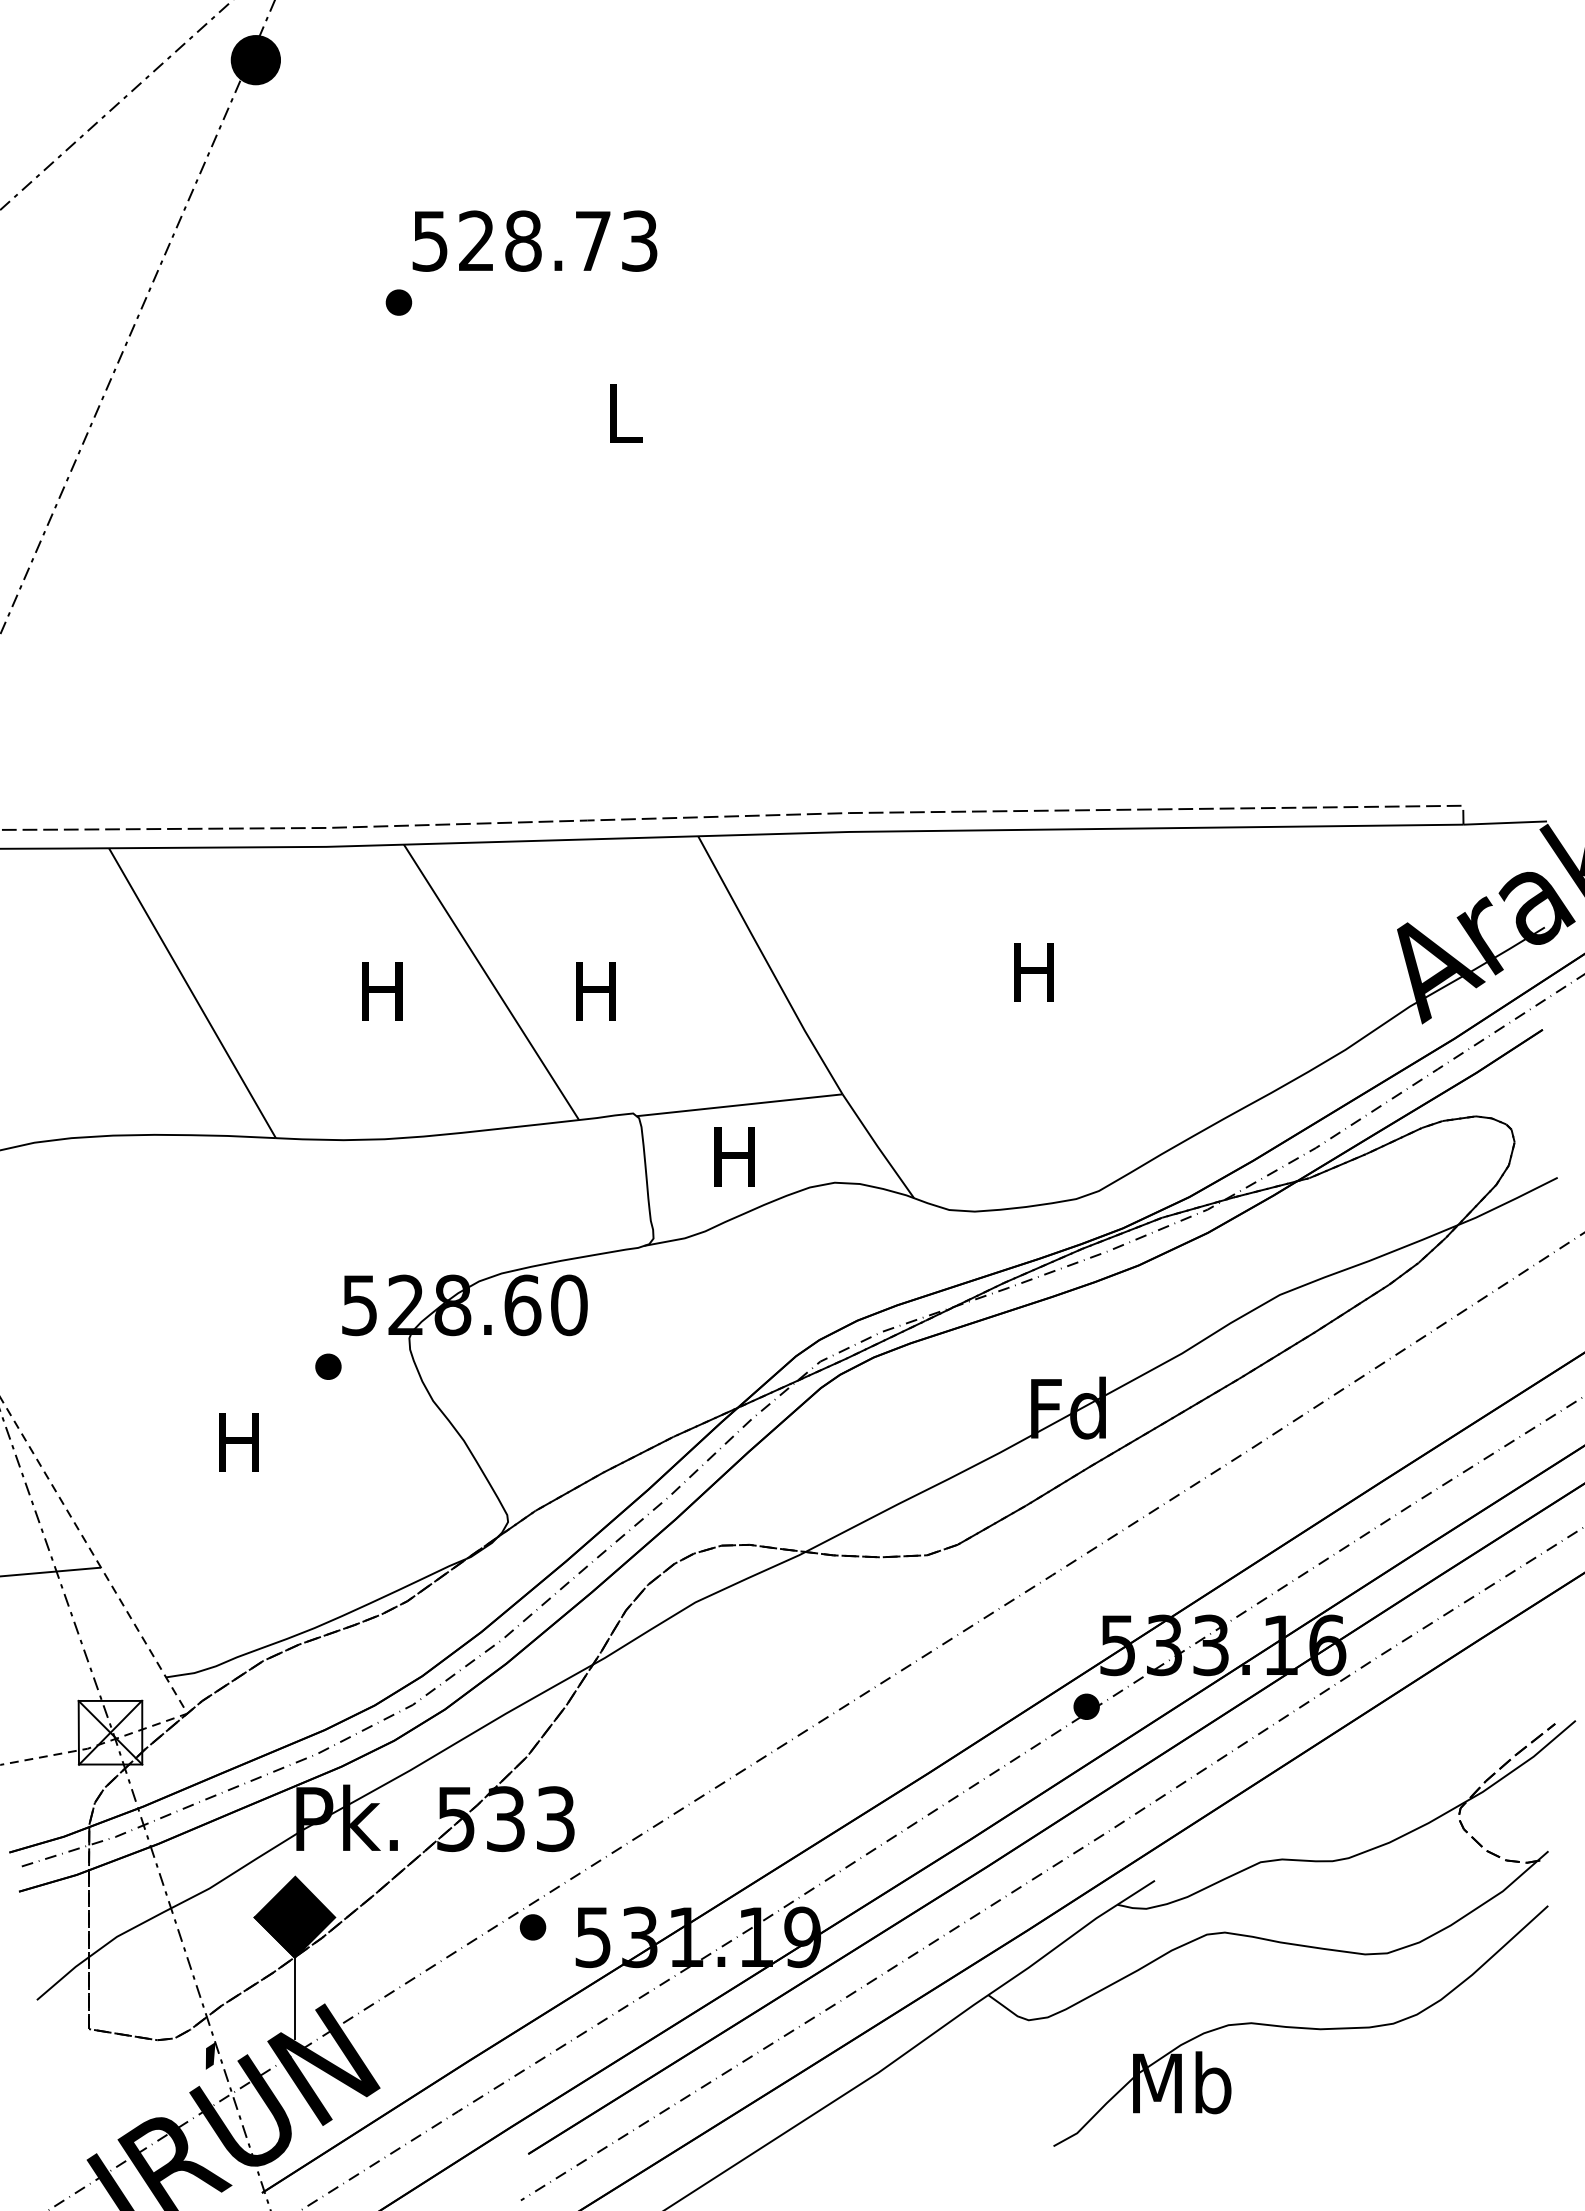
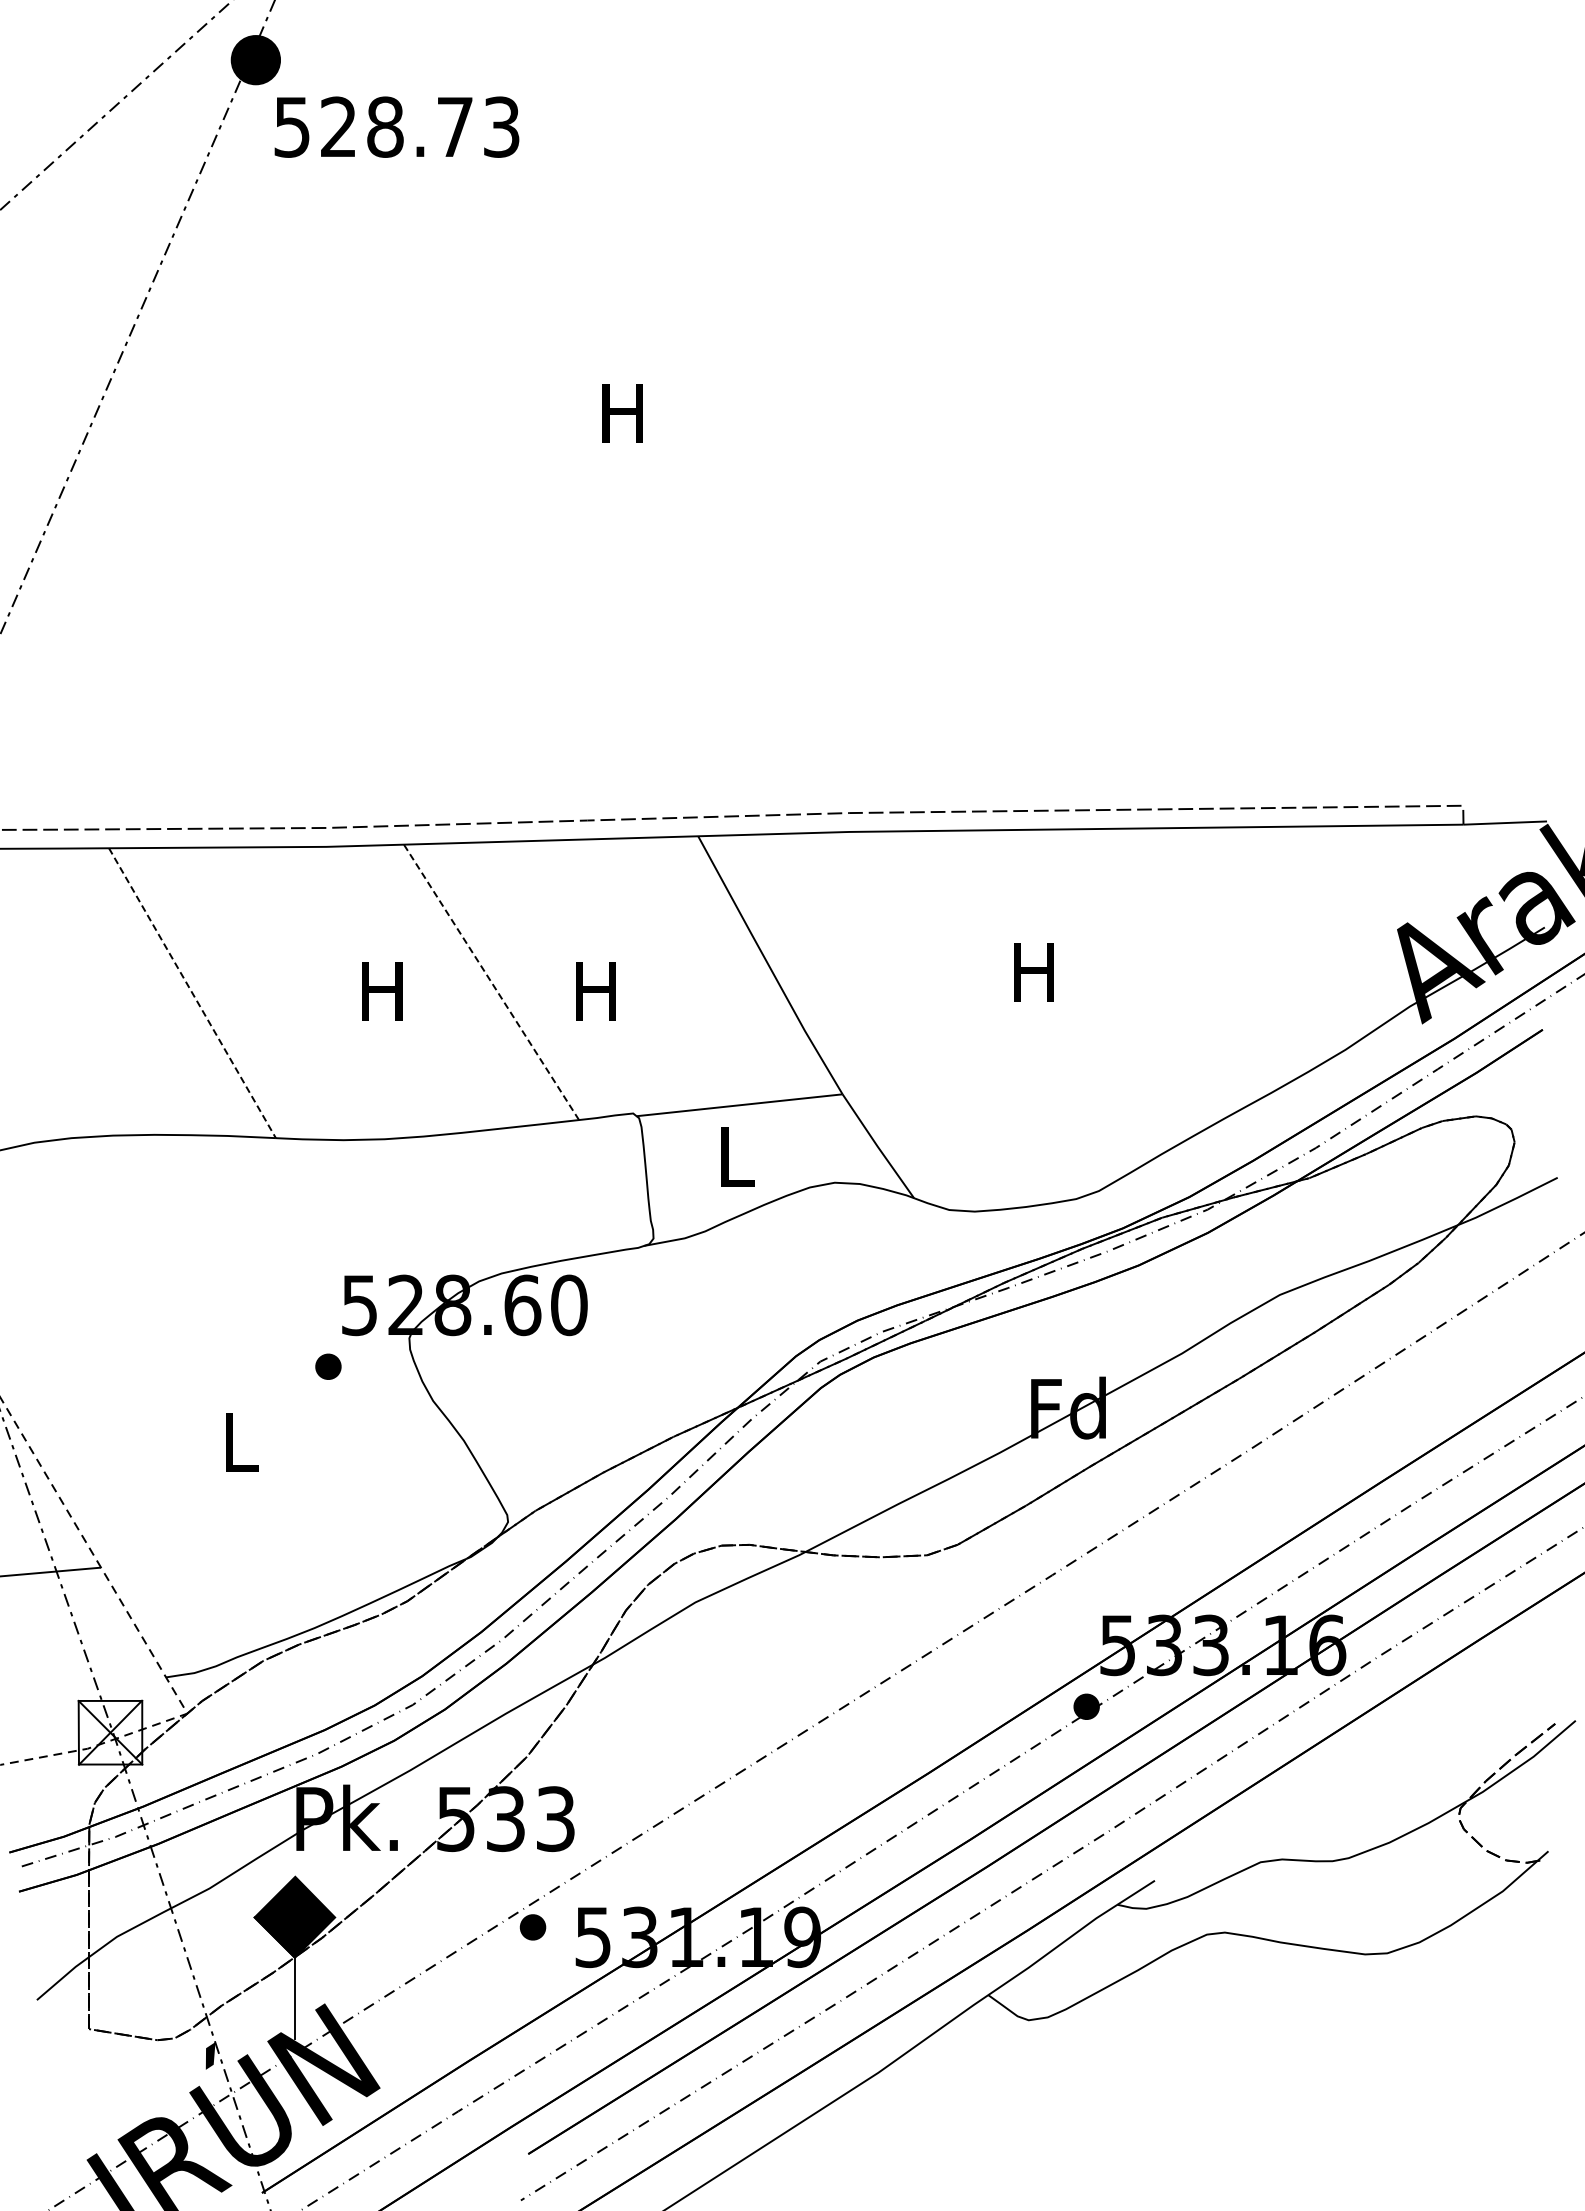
text at (534, 240) position: (534, 240) -> (396, 126)
part at (398, 302): present -> none
text at (622, 413): L -> H
line at (491, 981): solid -> dashed
line at (192, 993): solid -> dashed
text at (734, 1156): H -> L
text at (238, 1442): H -> L
part at (1300, 2025): present -> none
